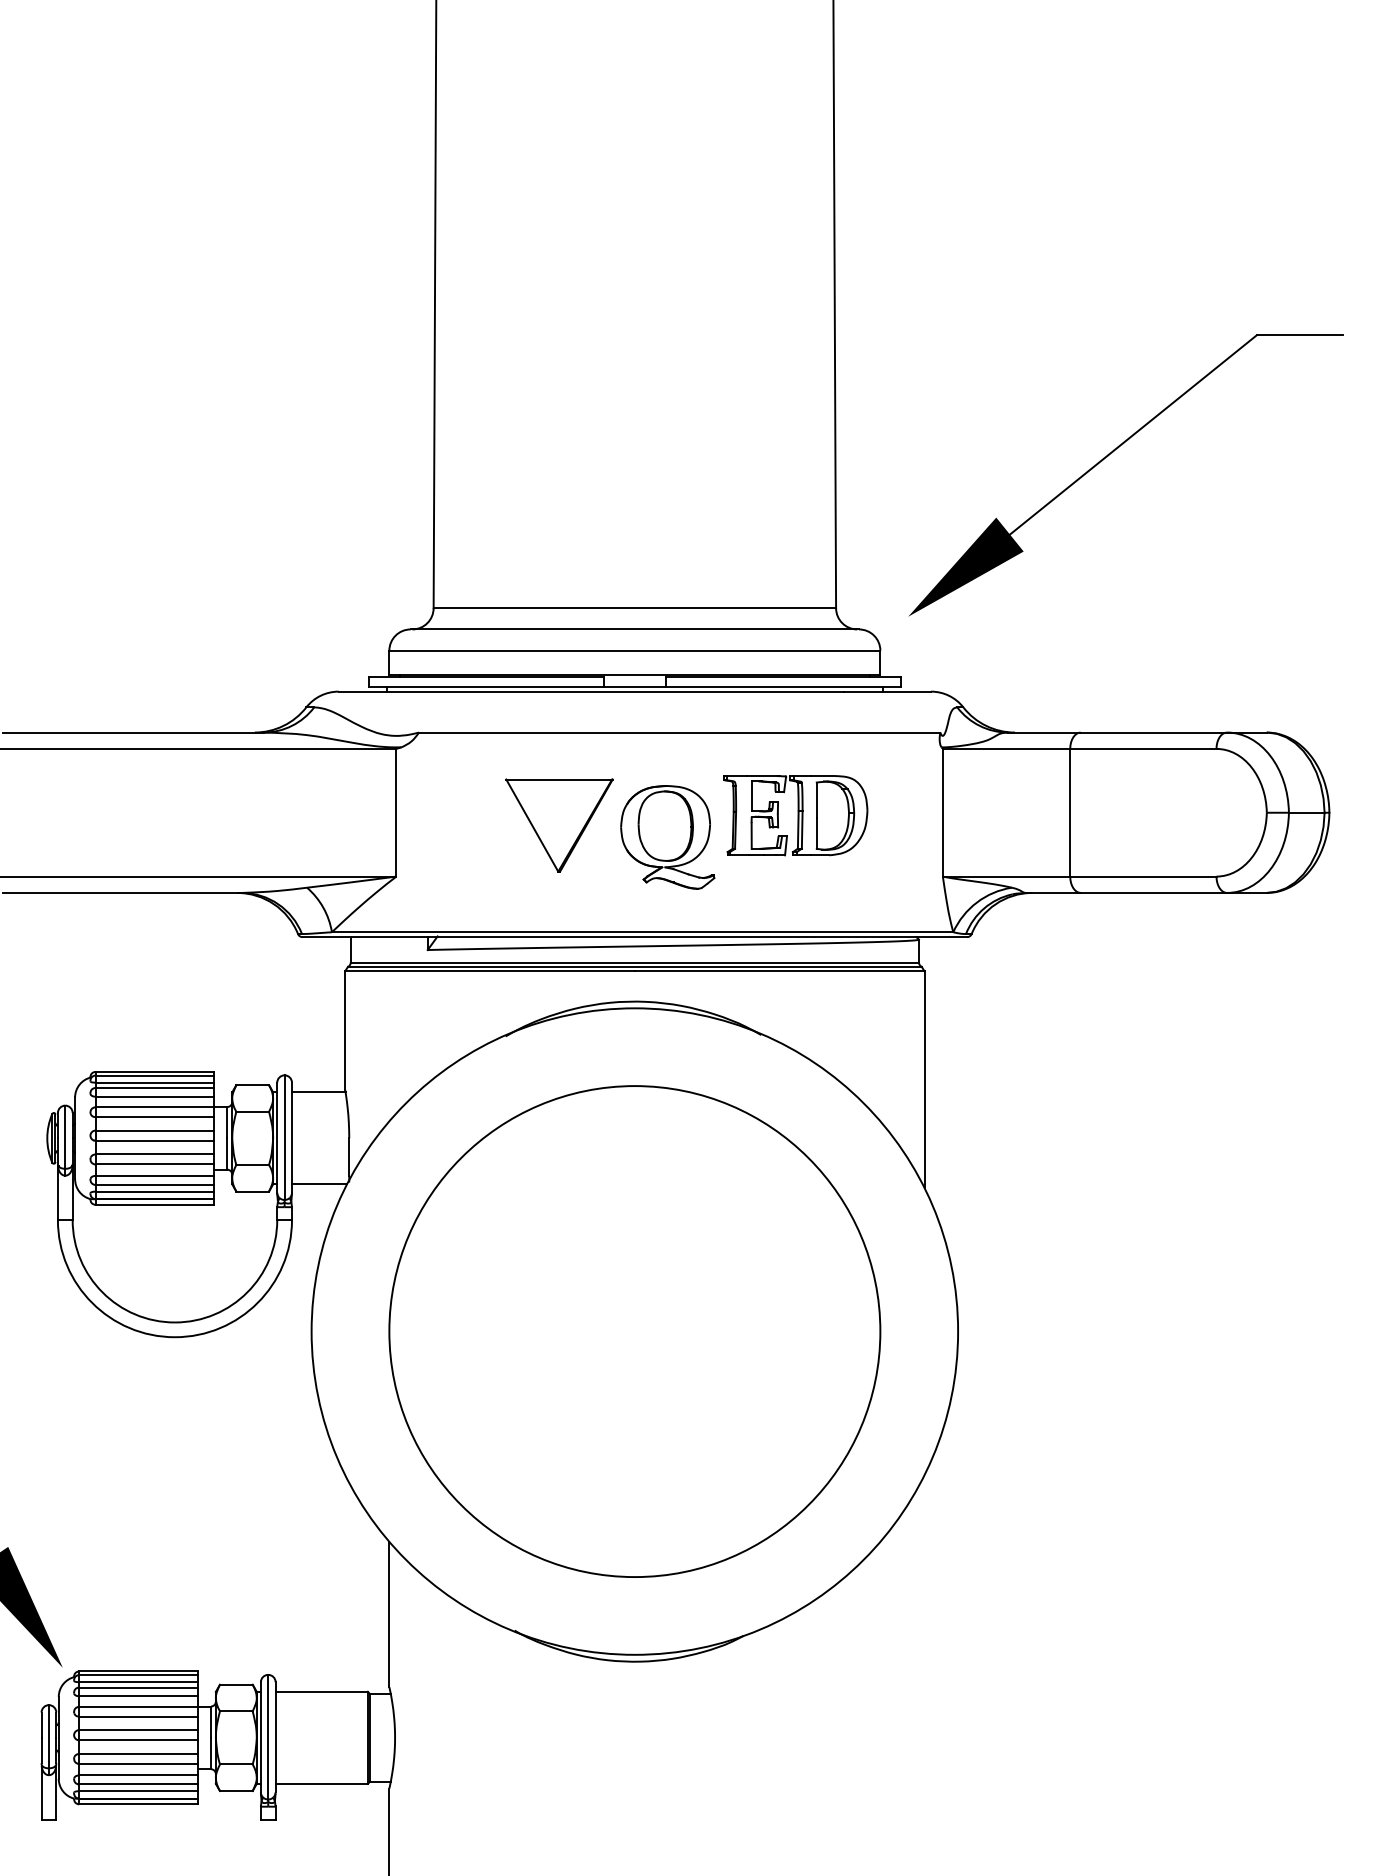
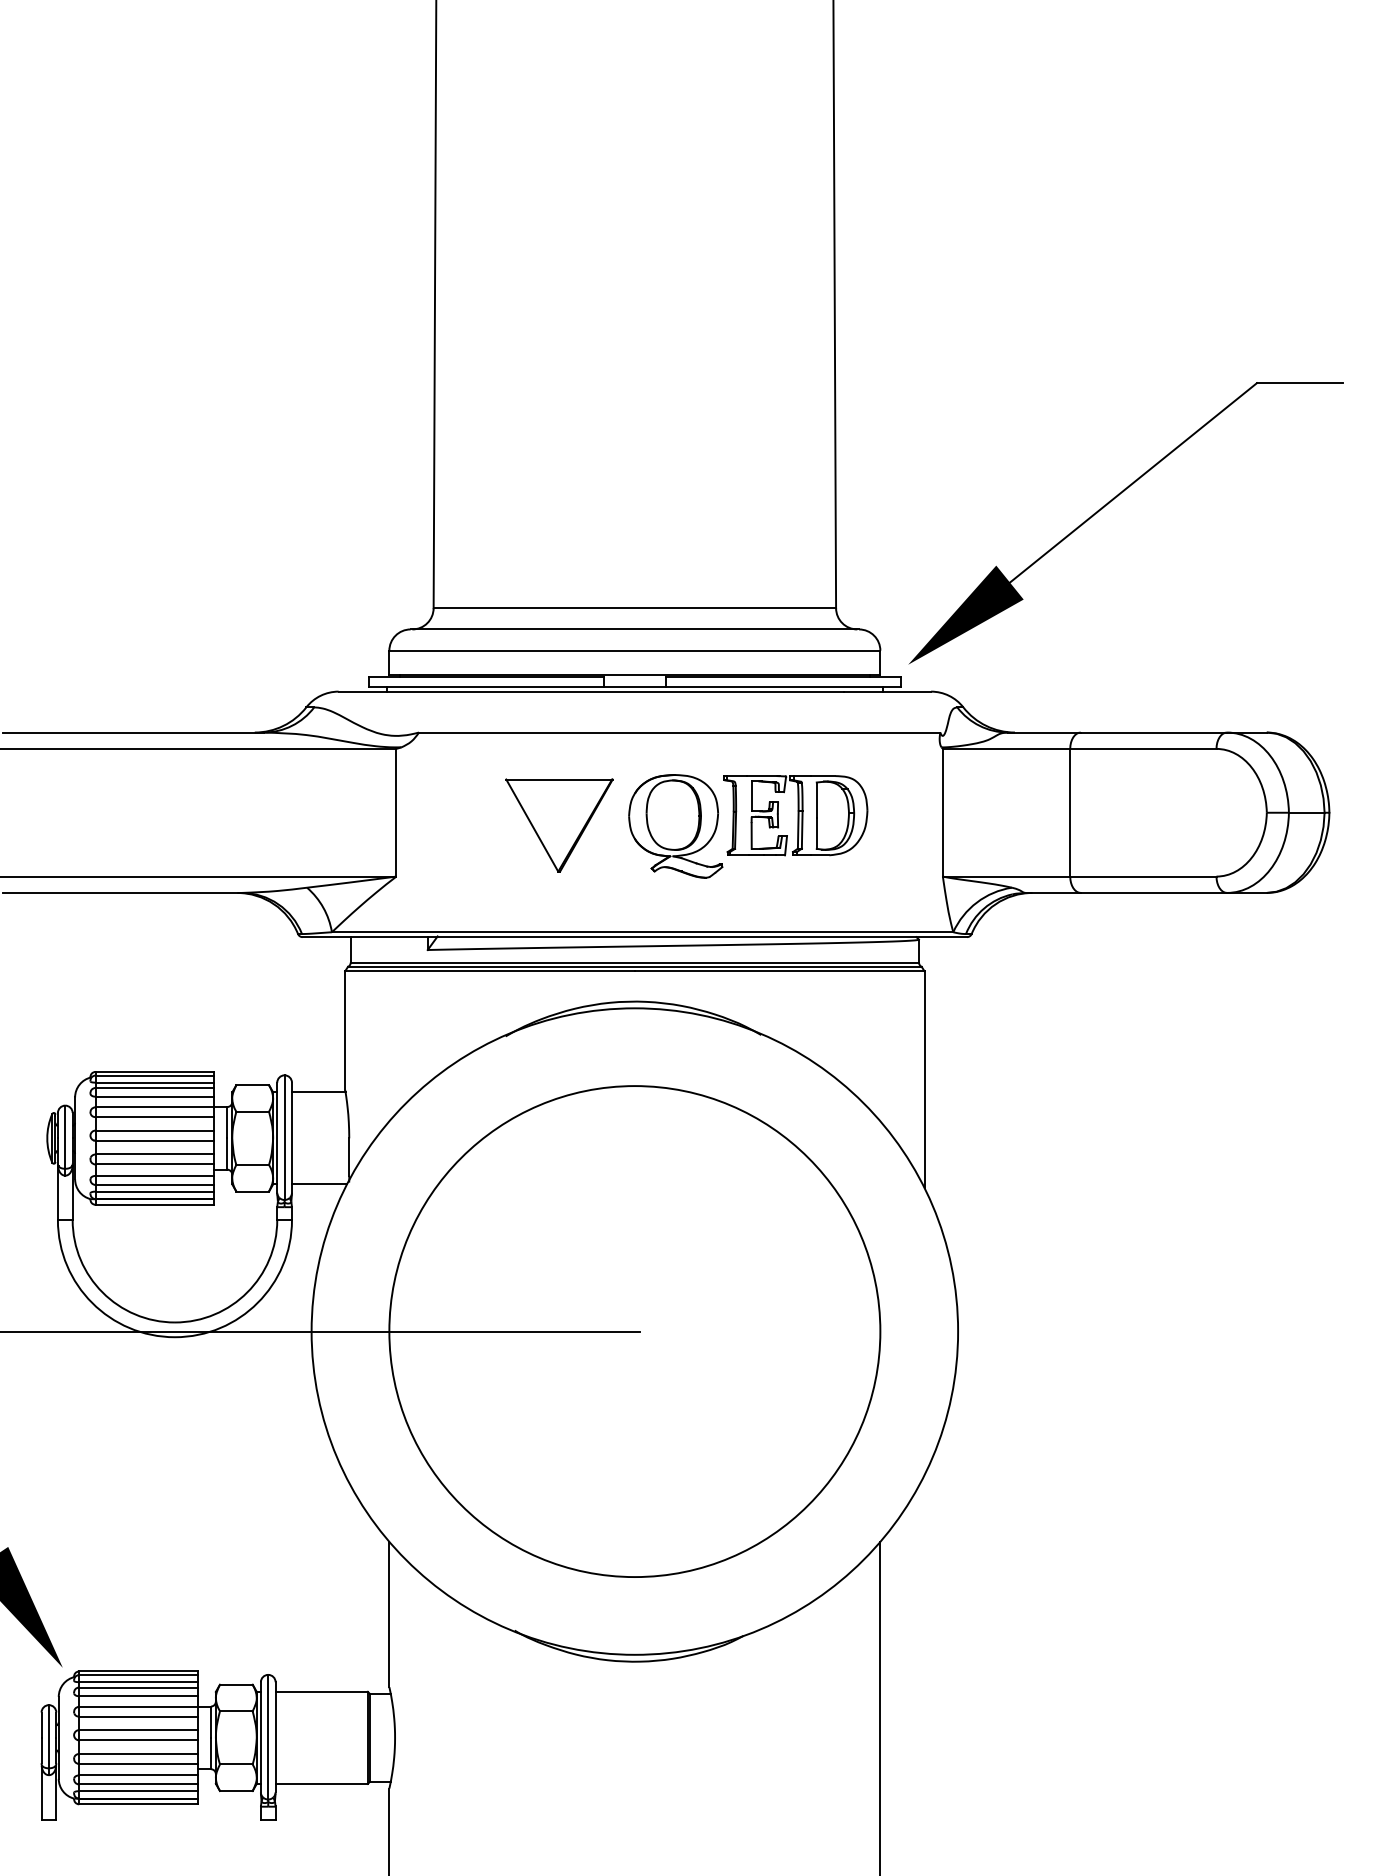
part at (1107, 457) position: (1107, 457) -> (1107, 505)
part at (667, 837) position: (667, 837) -> (675, 826)
line at (320, 1331): none -> present
line at (880, 1706): none -> present
